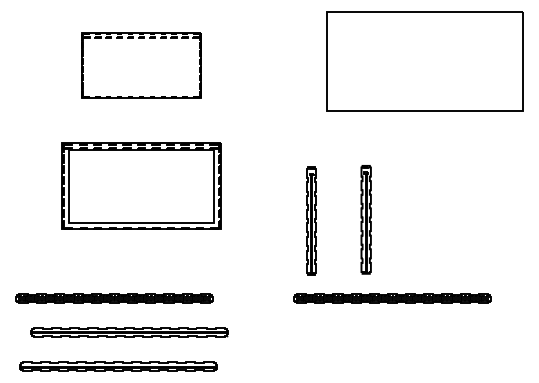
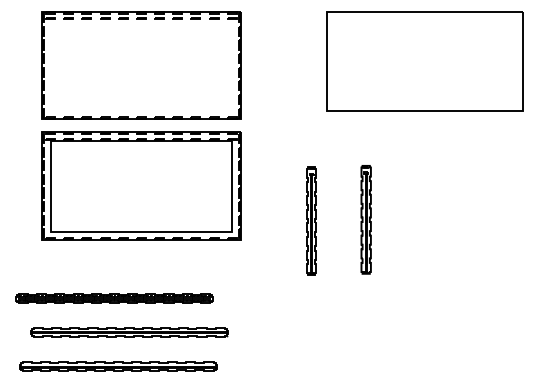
part at (141, 65) size: 121x67 px -> 201x109 px
part at (141, 185) size: 161x88 px -> 201x110 px
part at (392, 298): present -> none
